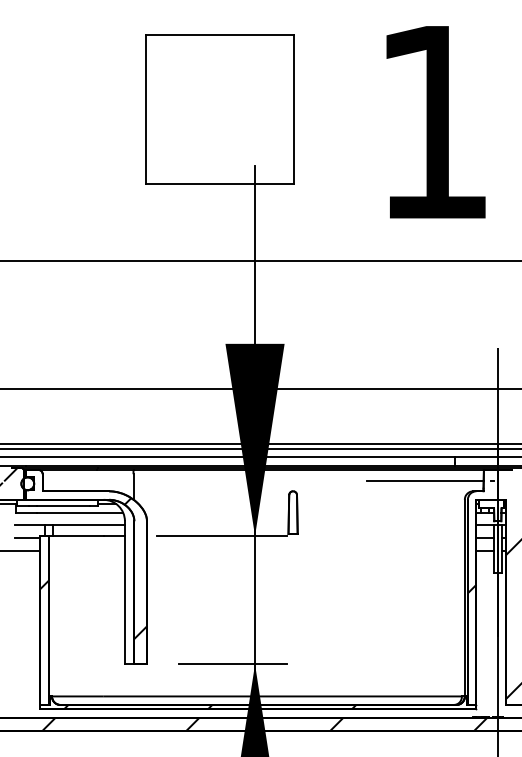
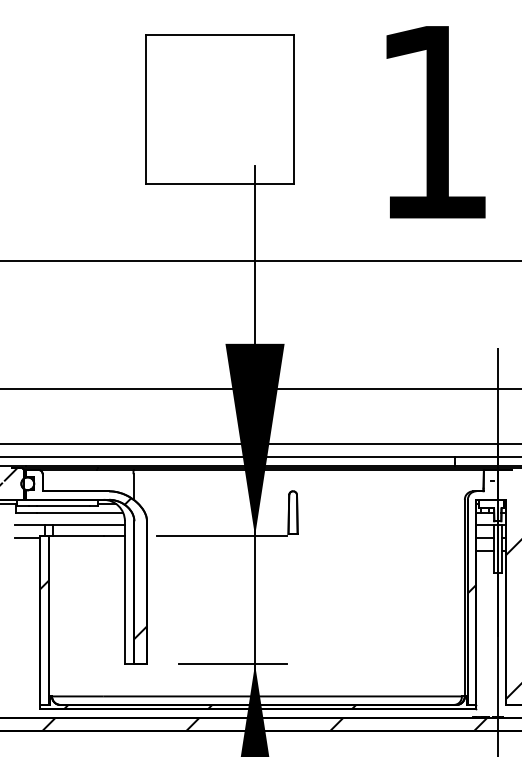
line at (260, 448): present -> none
line at (424, 480): present -> none
line at (21, 551): present -> none
